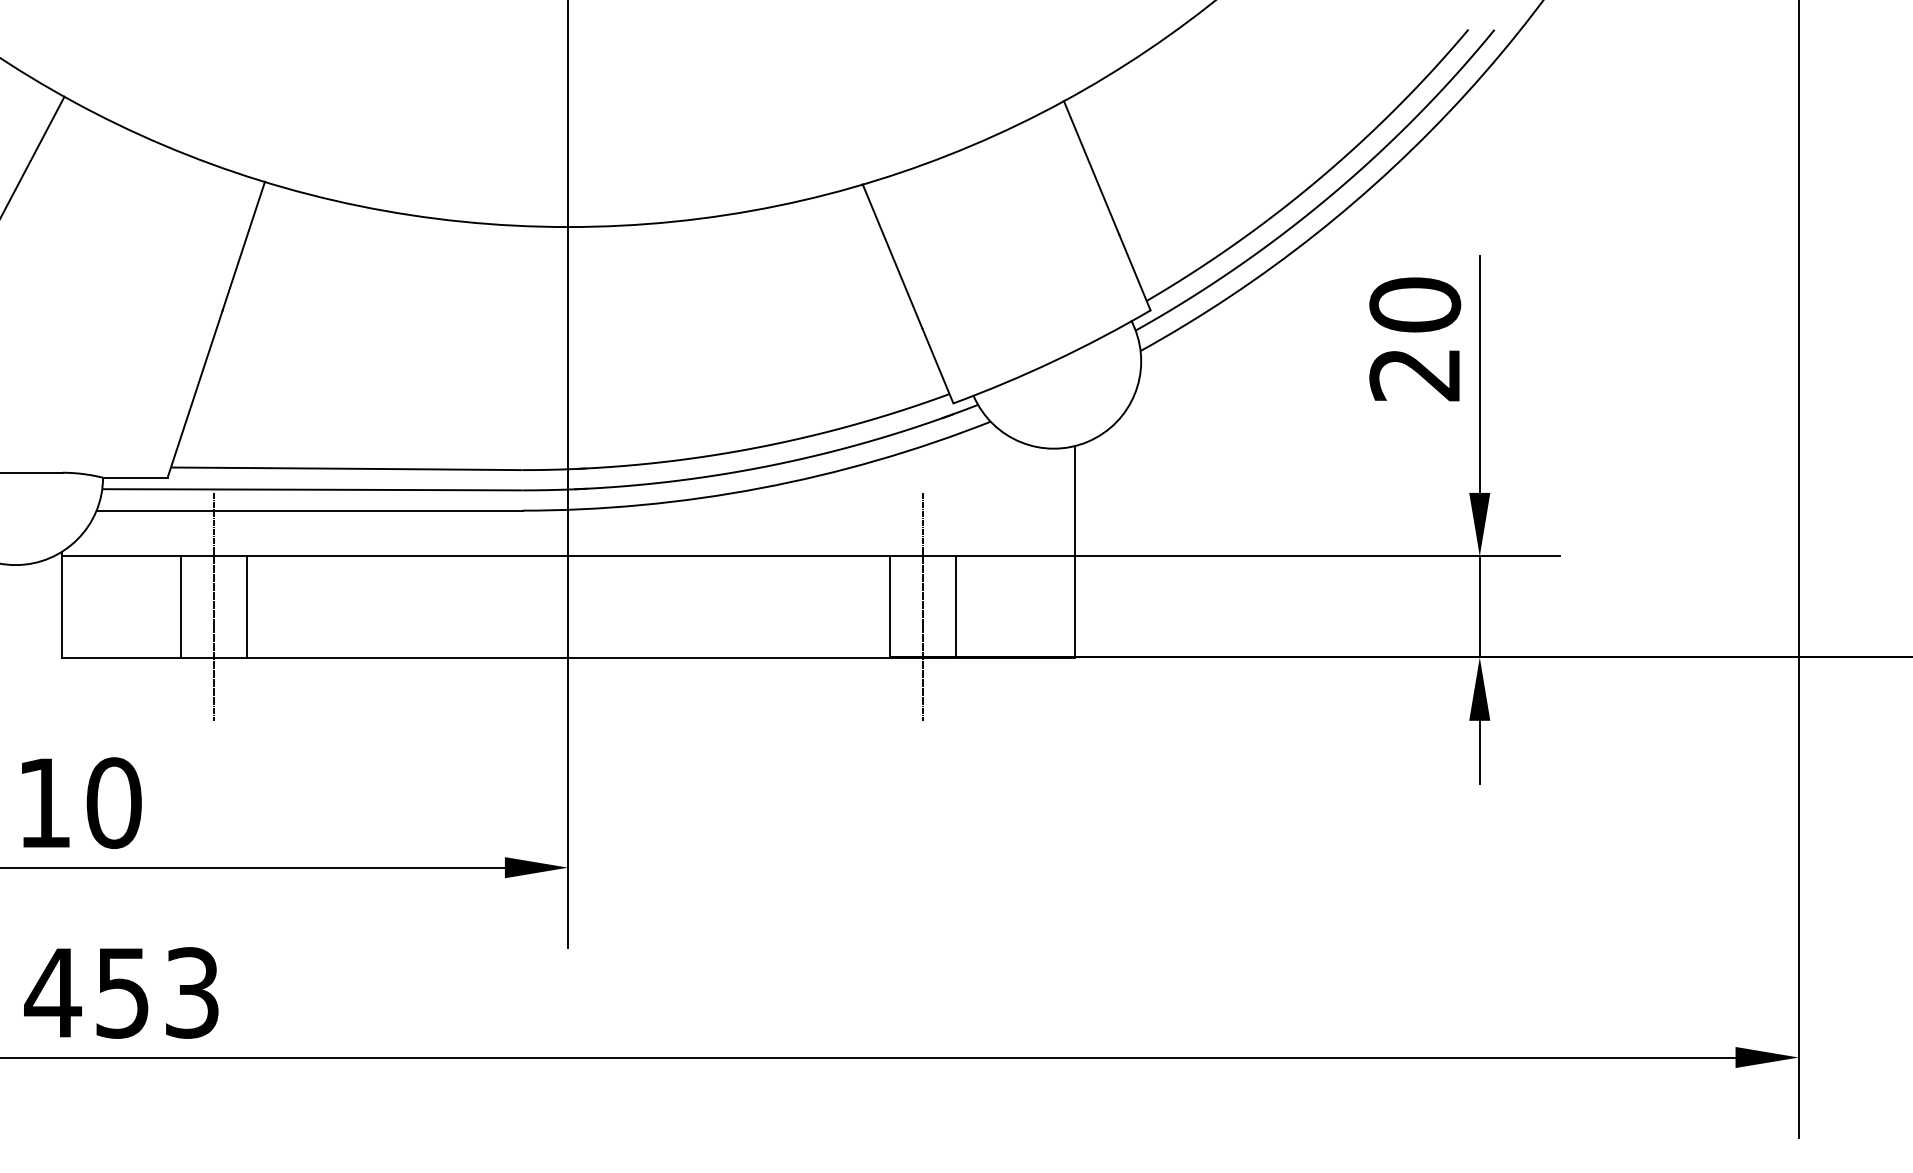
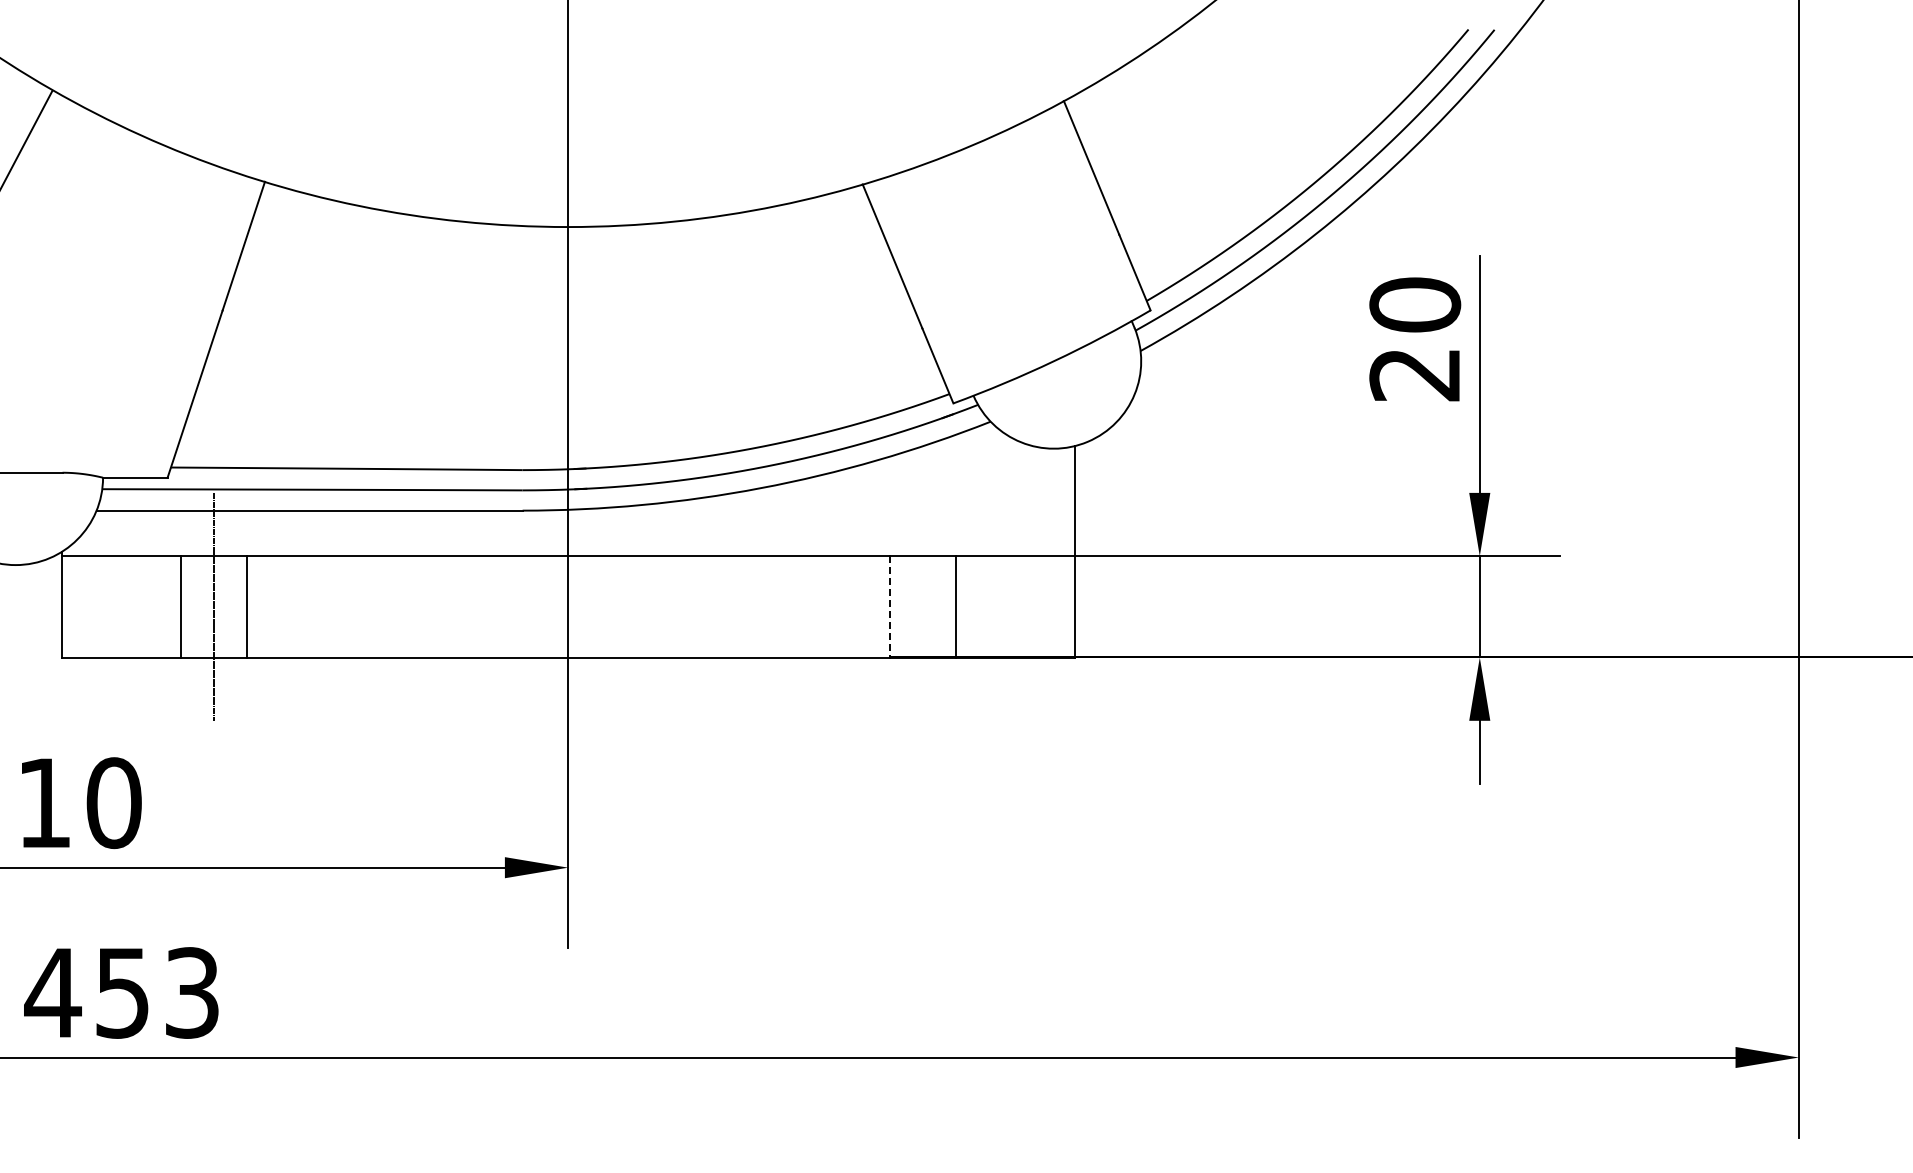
line at (33, 155) position: (33, 155) -> (27, 138)
line at (889, 606): solid -> dashed
line at (922, 606): present -> none
